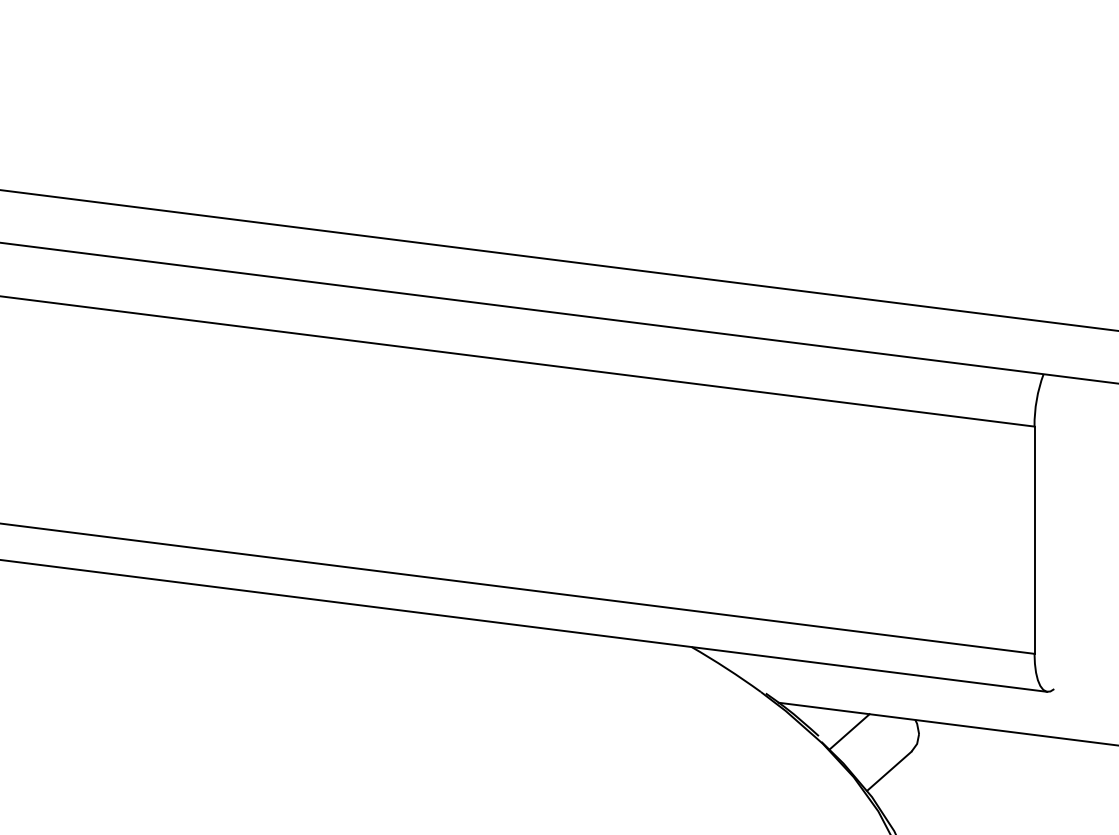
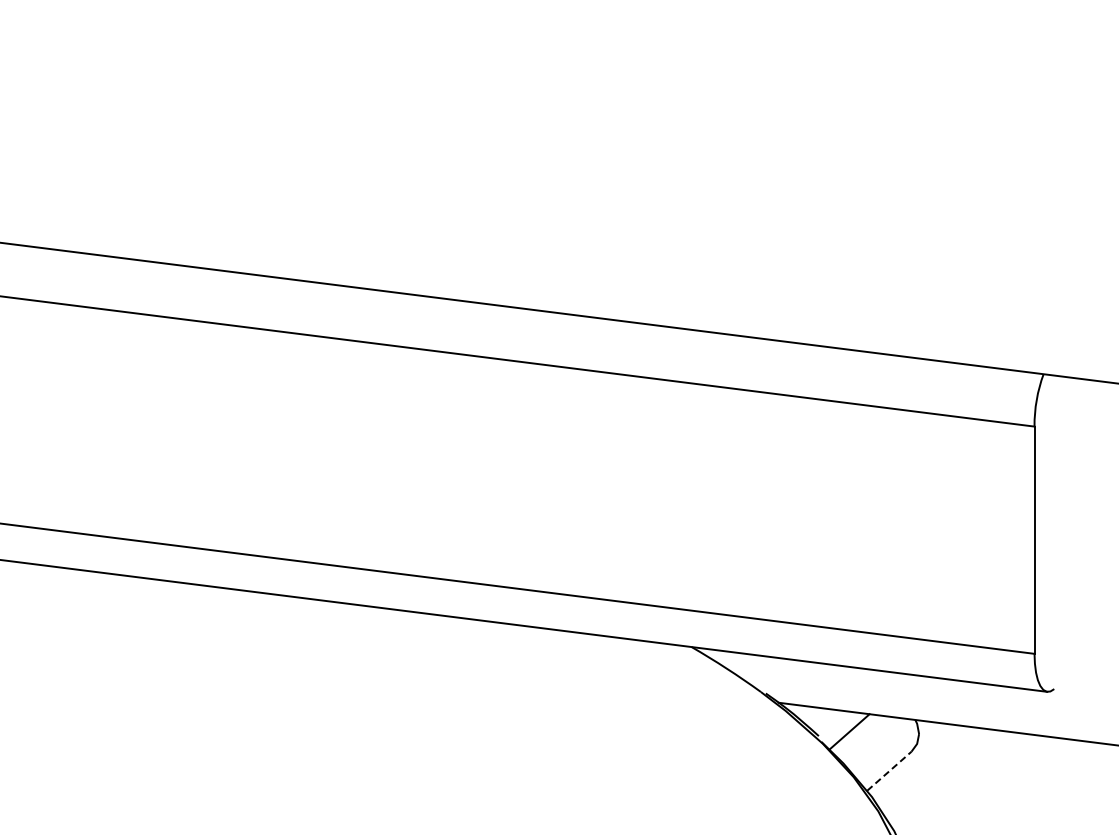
line at (558, 260): present -> none
line at (889, 771): solid -> dashed
